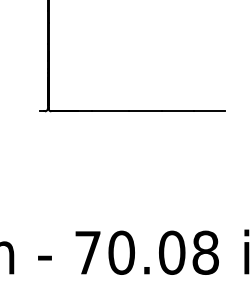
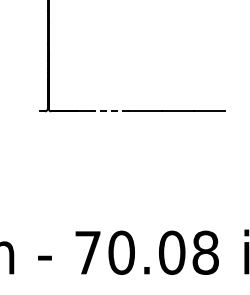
line at (110, 111): solid -> dashed
